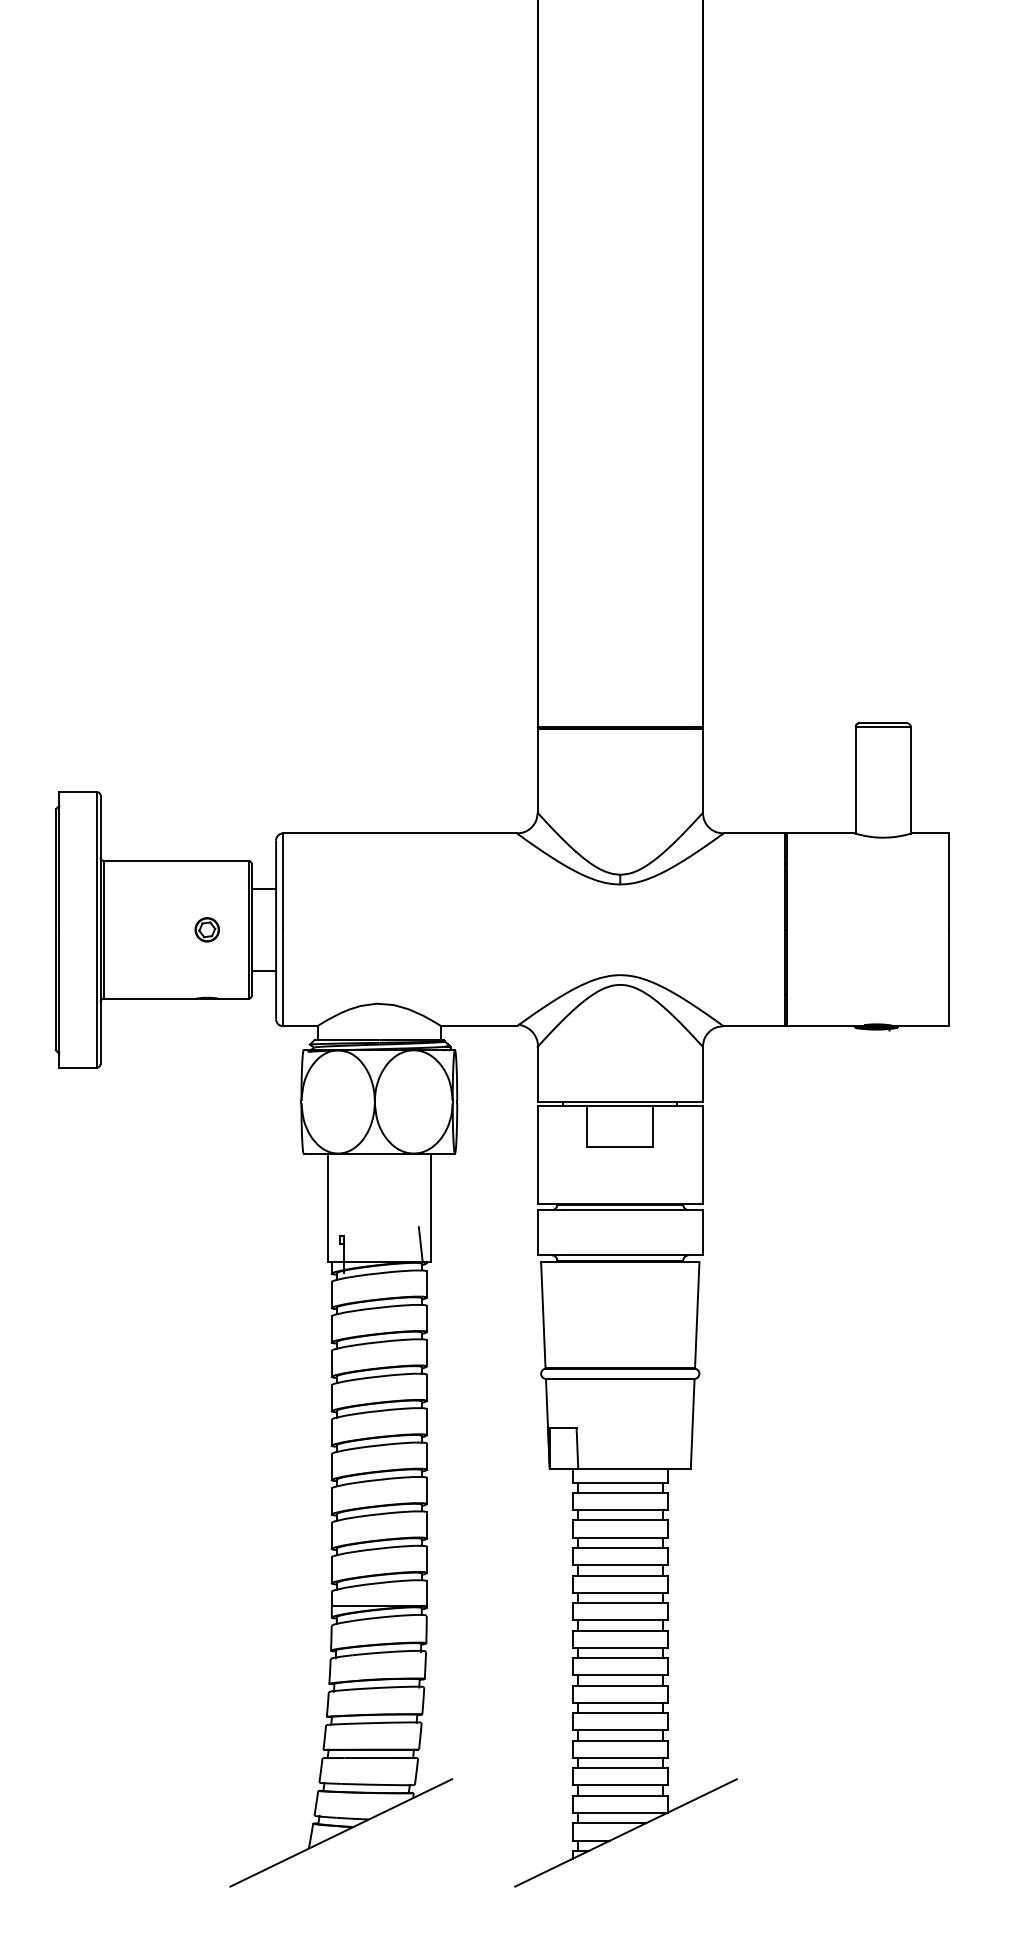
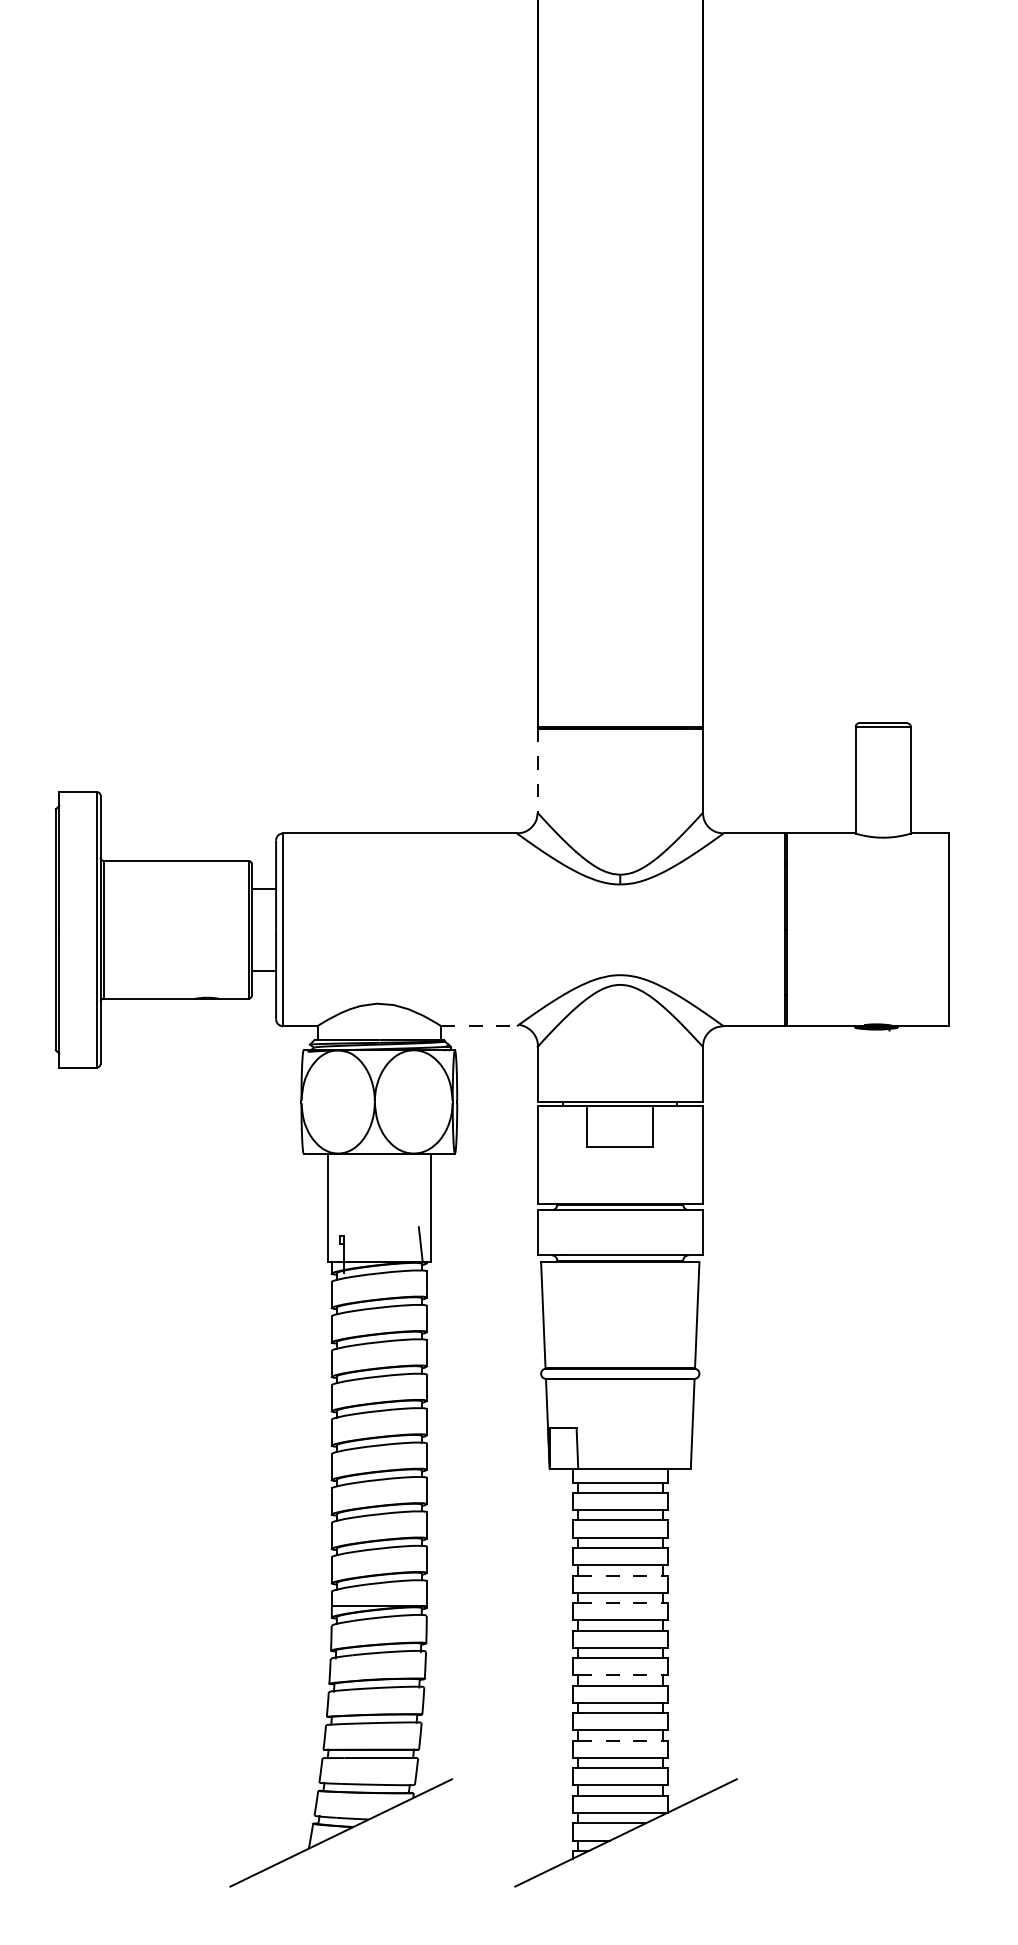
line at (537, 771): solid -> dashed
part at (206, 929): present -> none
line at (479, 1026): solid -> dashed
line at (623, 1575): solid -> dashed
line at (623, 1603): solid -> dashed
line at (623, 1675): solid -> dashed
line at (623, 1740): solid -> dashed
